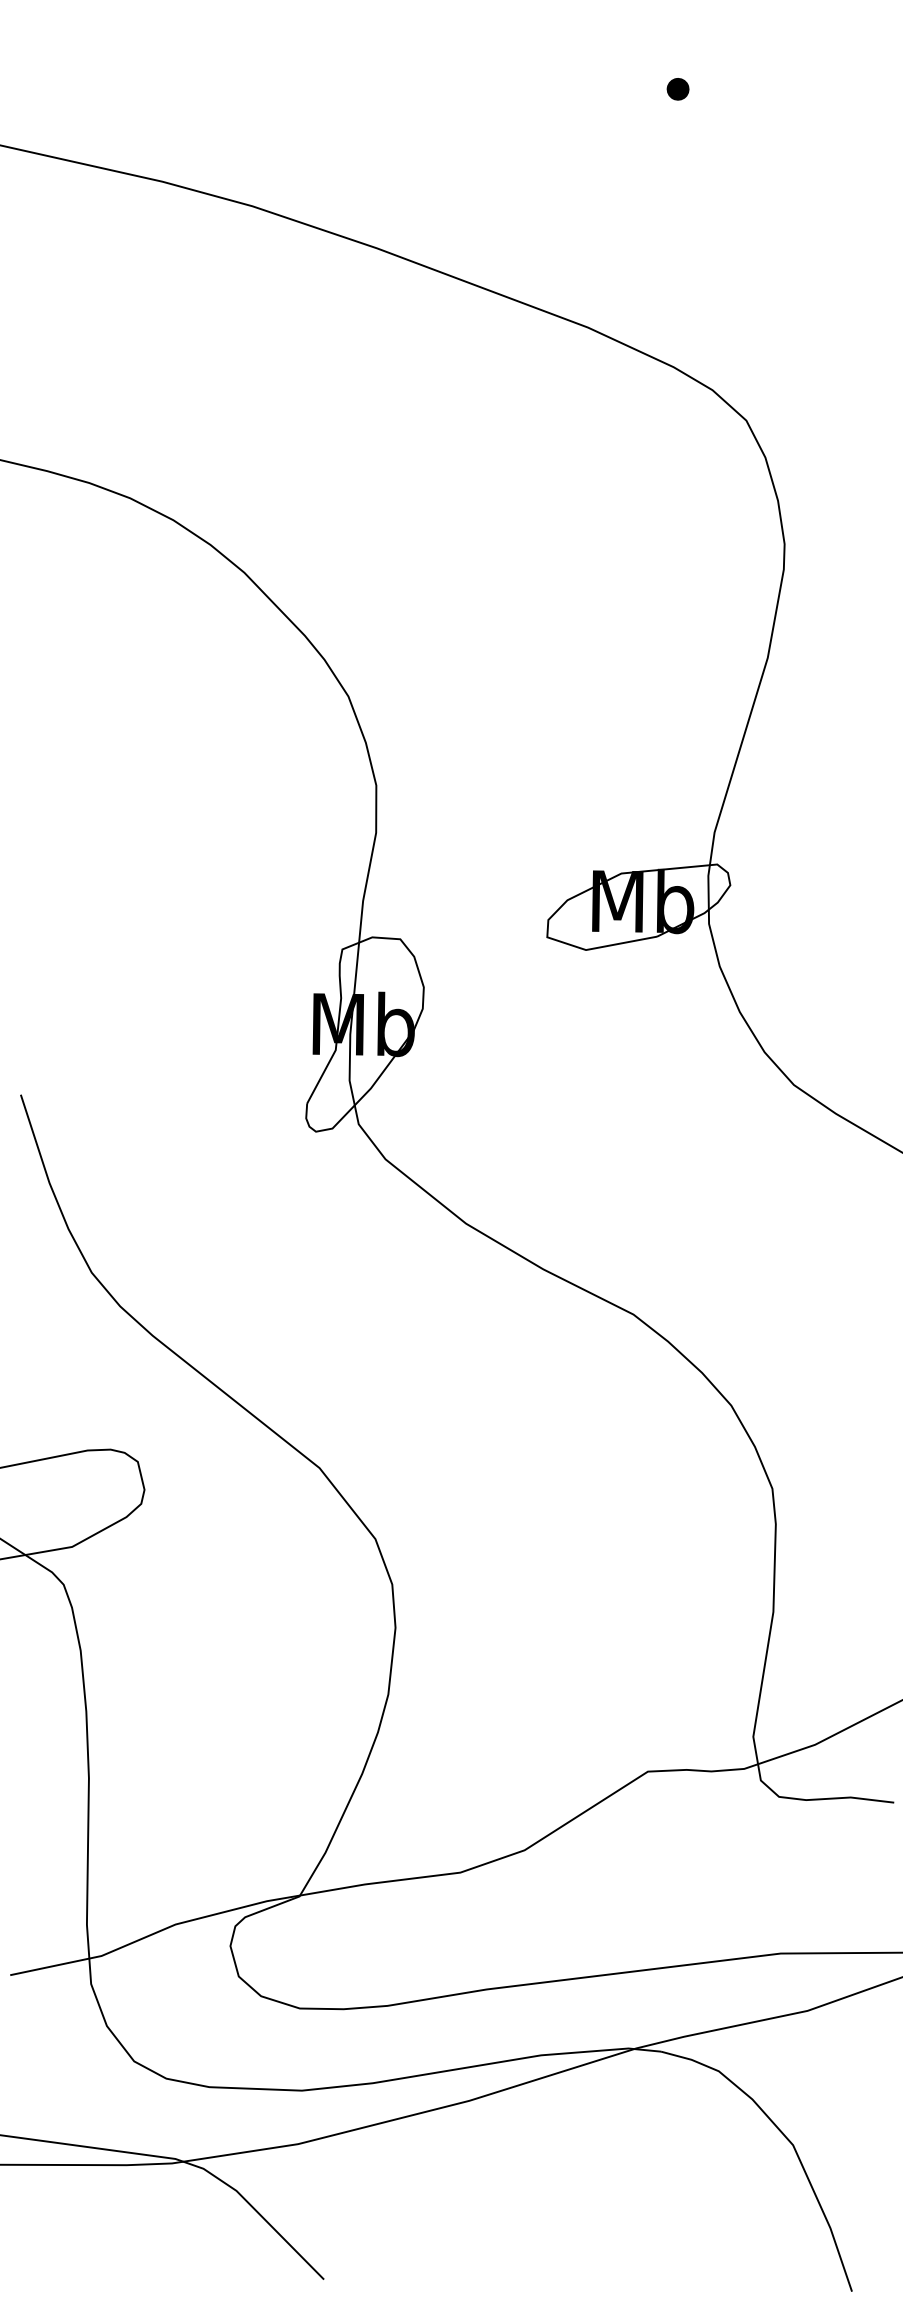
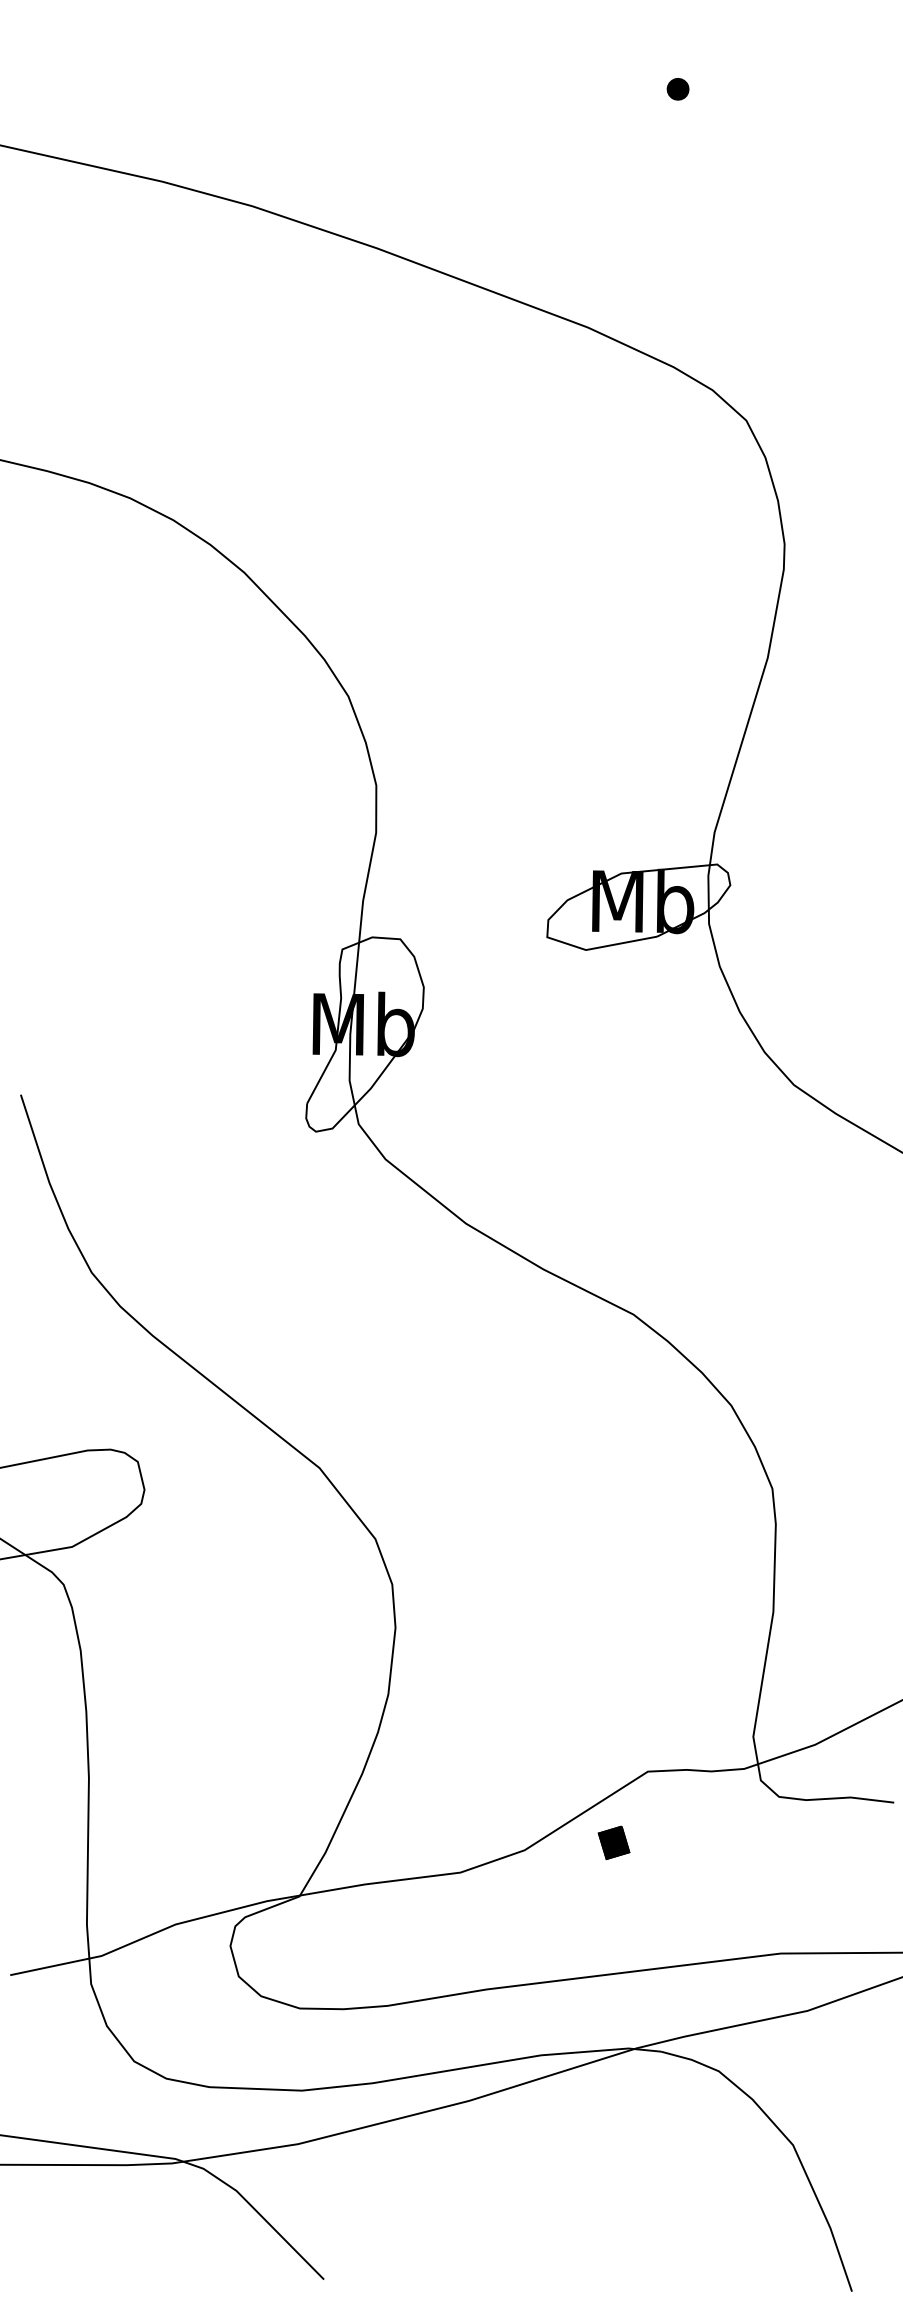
part at (613, 1842): none -> present
